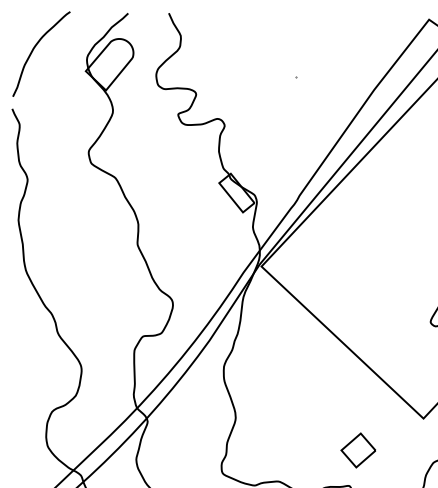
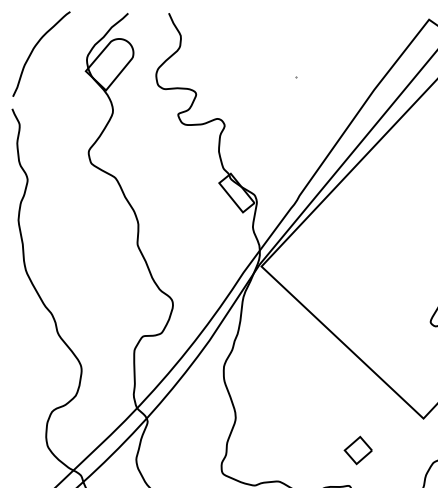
part at (357, 450) size: 36x37 px -> 30x31 px
